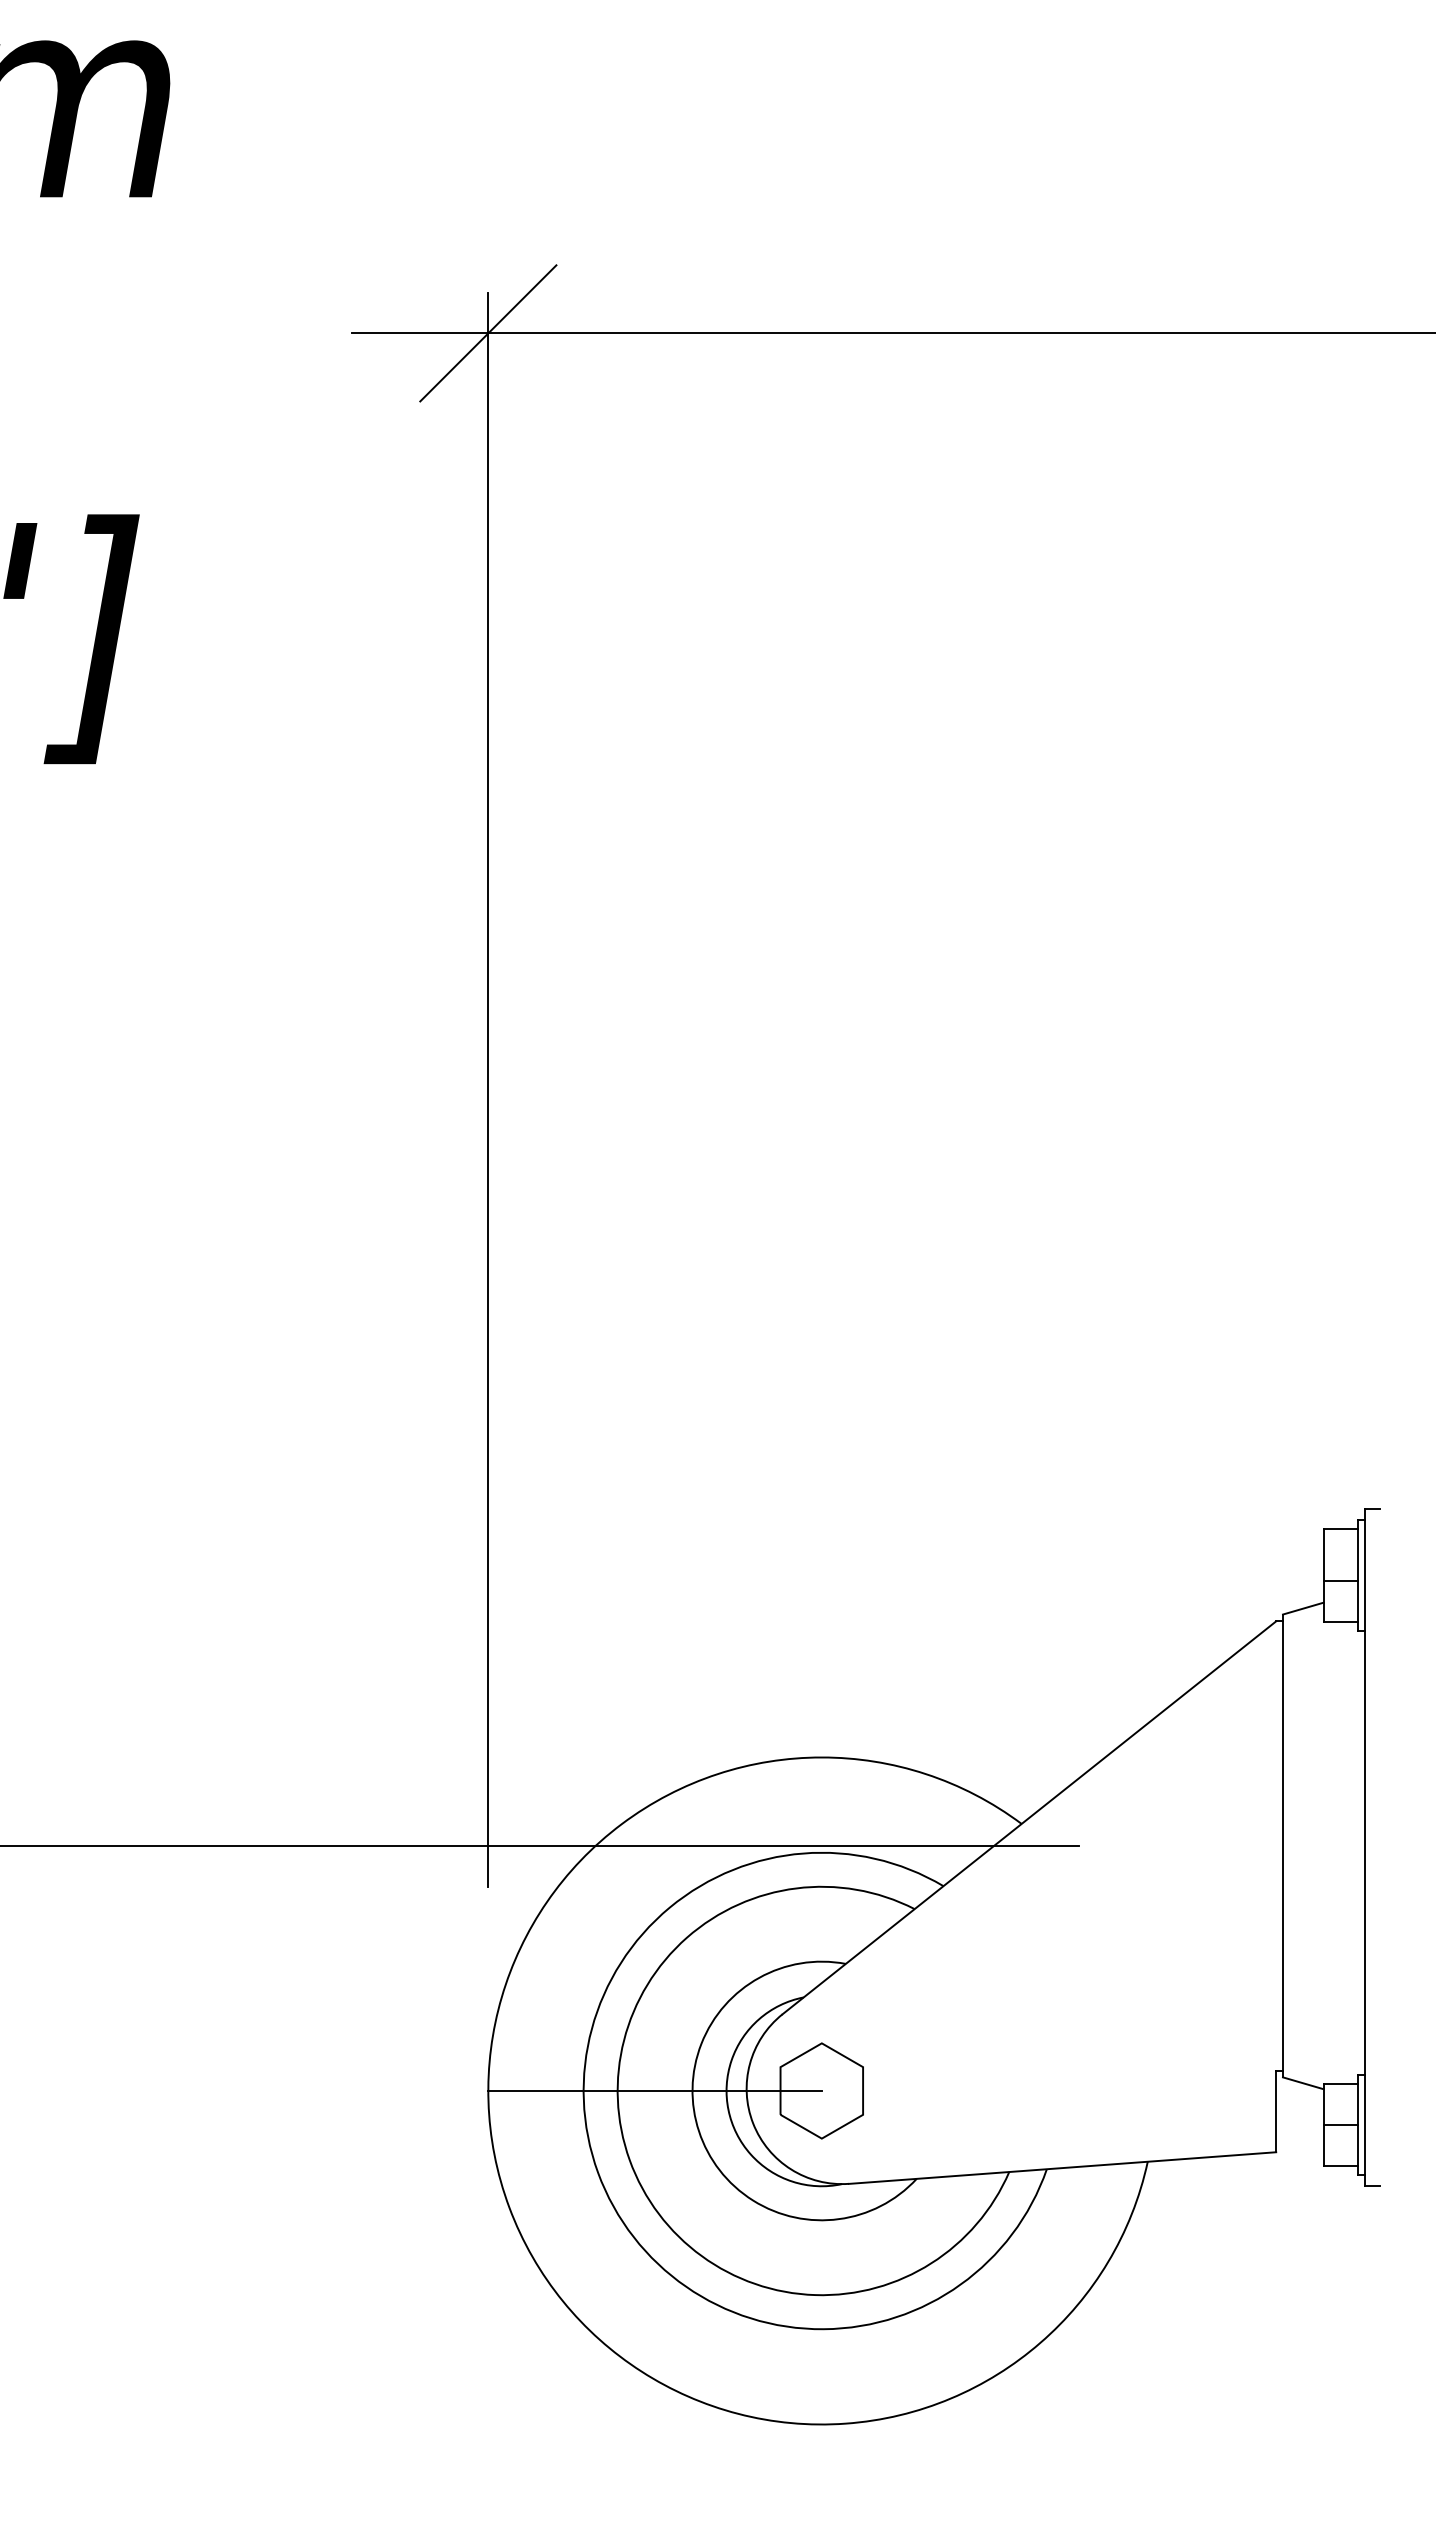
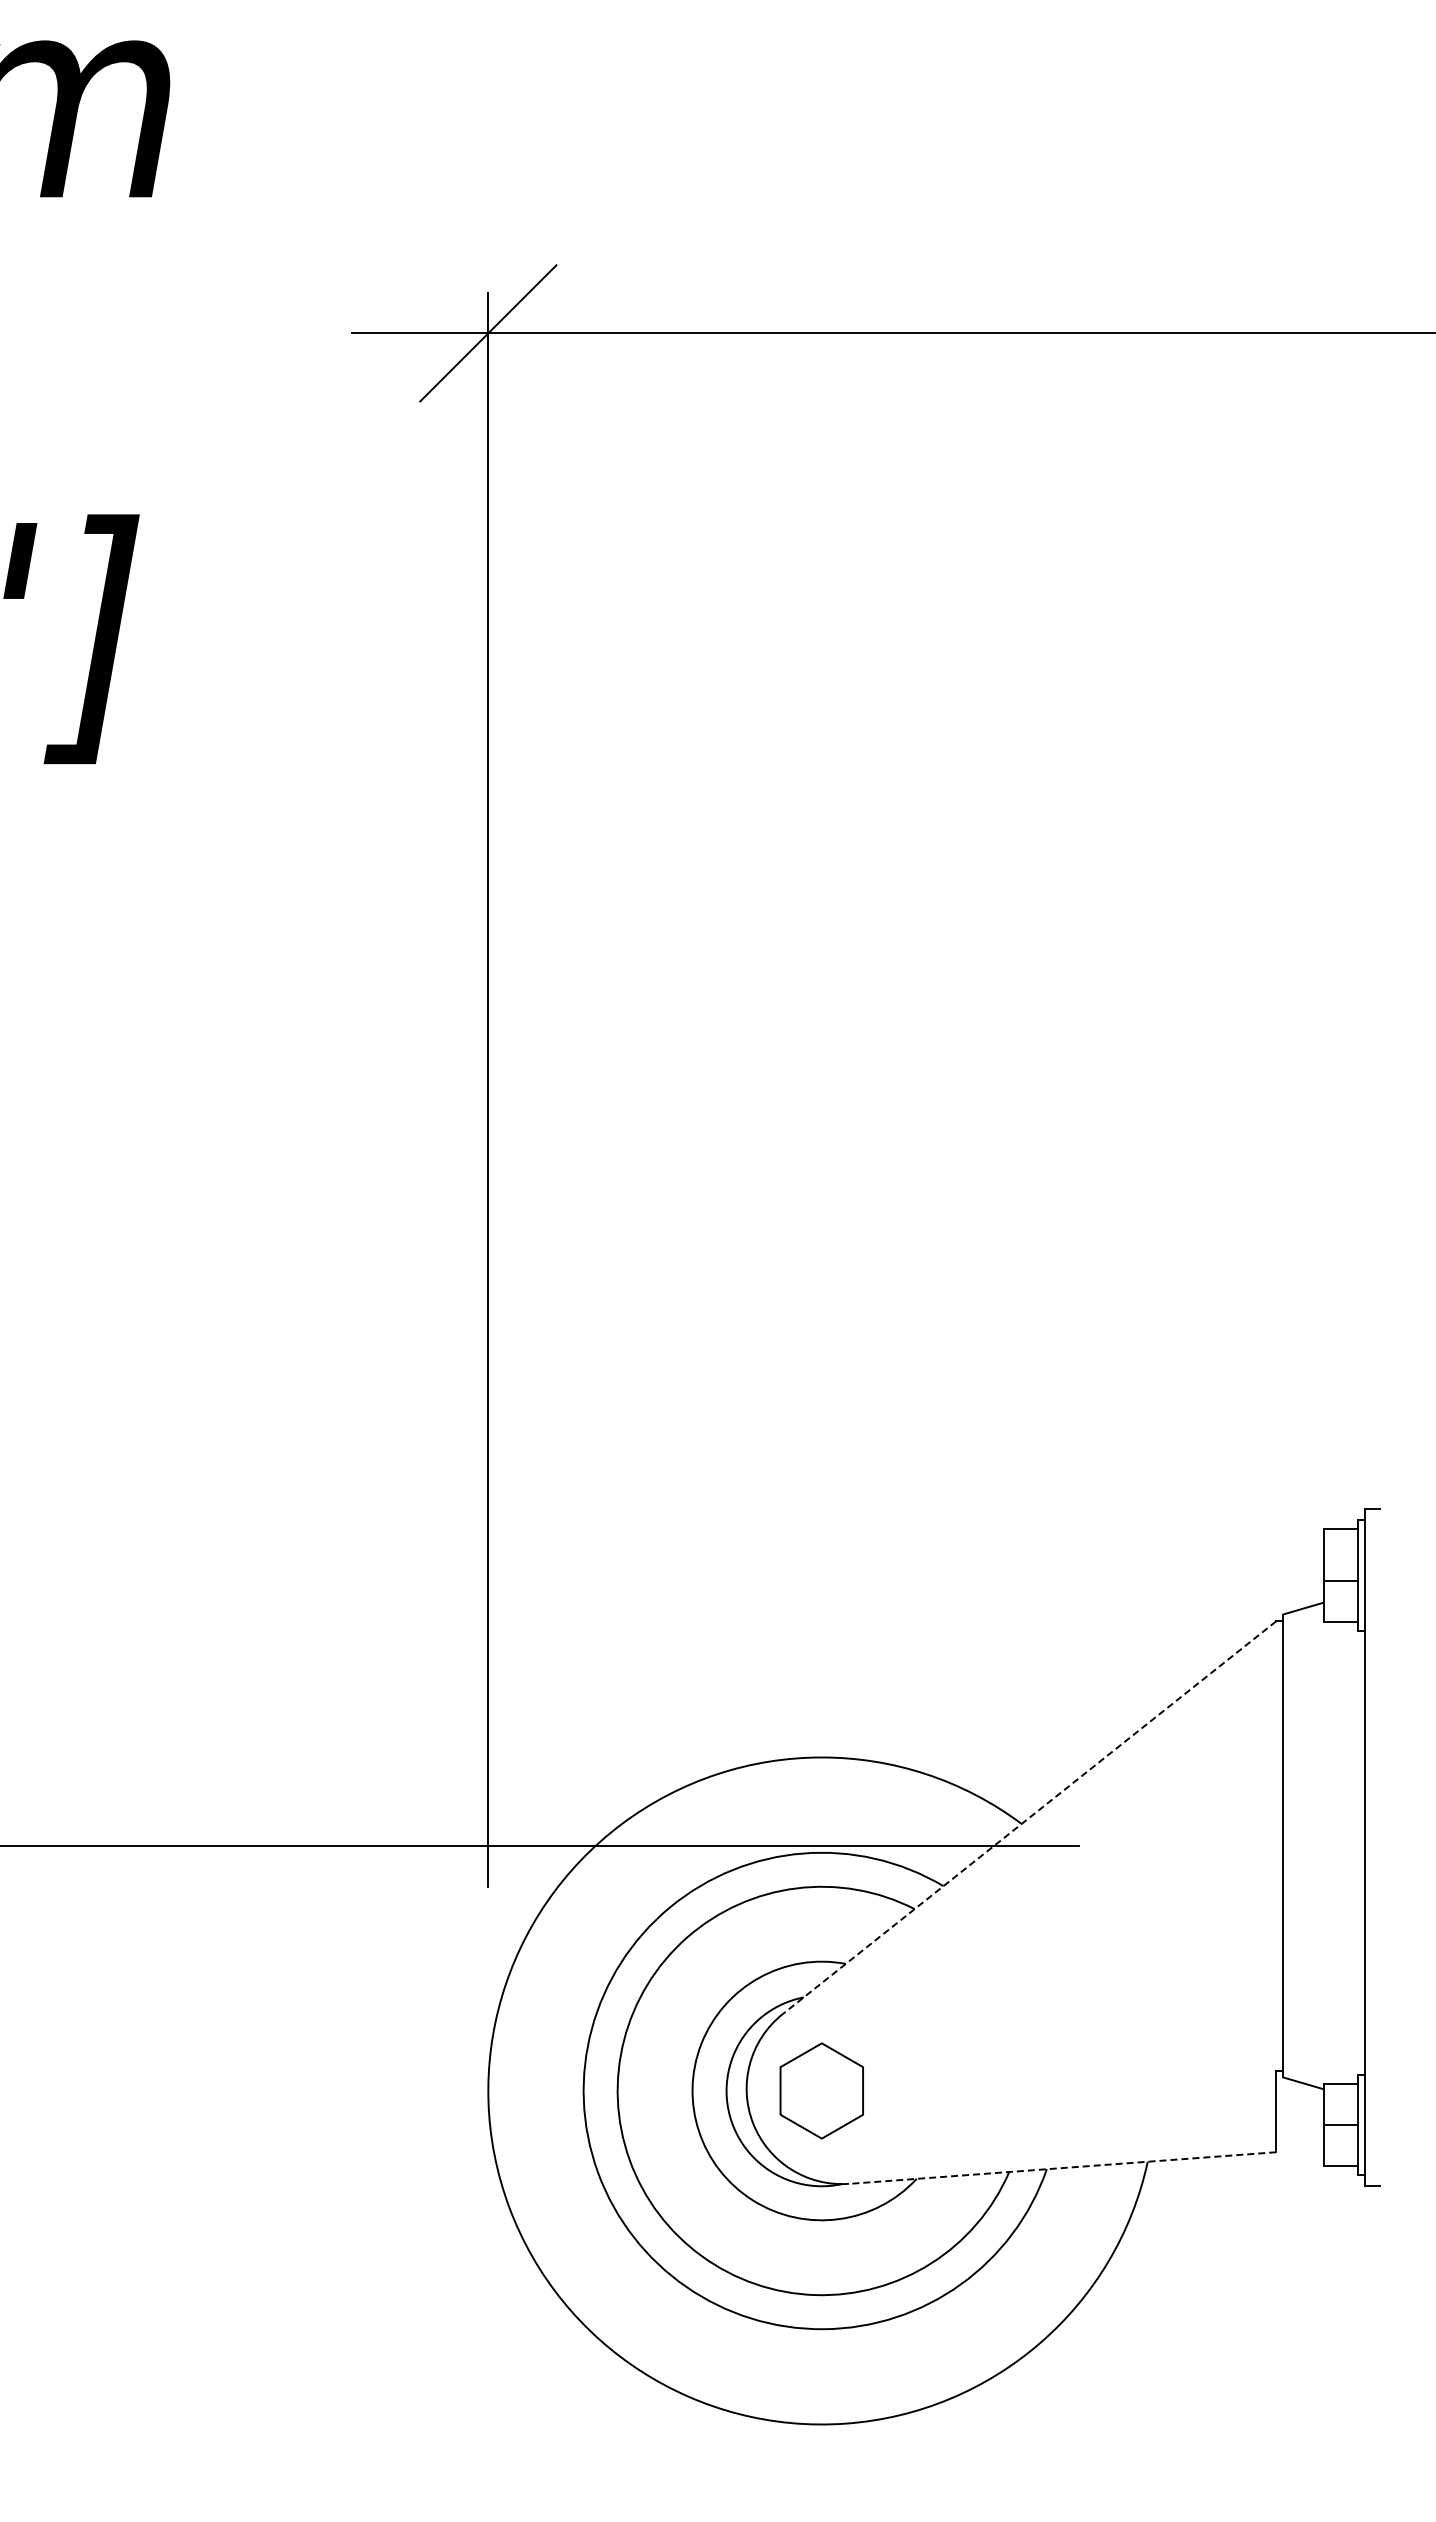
line at (1028, 1818): solid -> dashed
line at (654, 2090): present -> none
line at (1062, 2168): solid -> dashed
